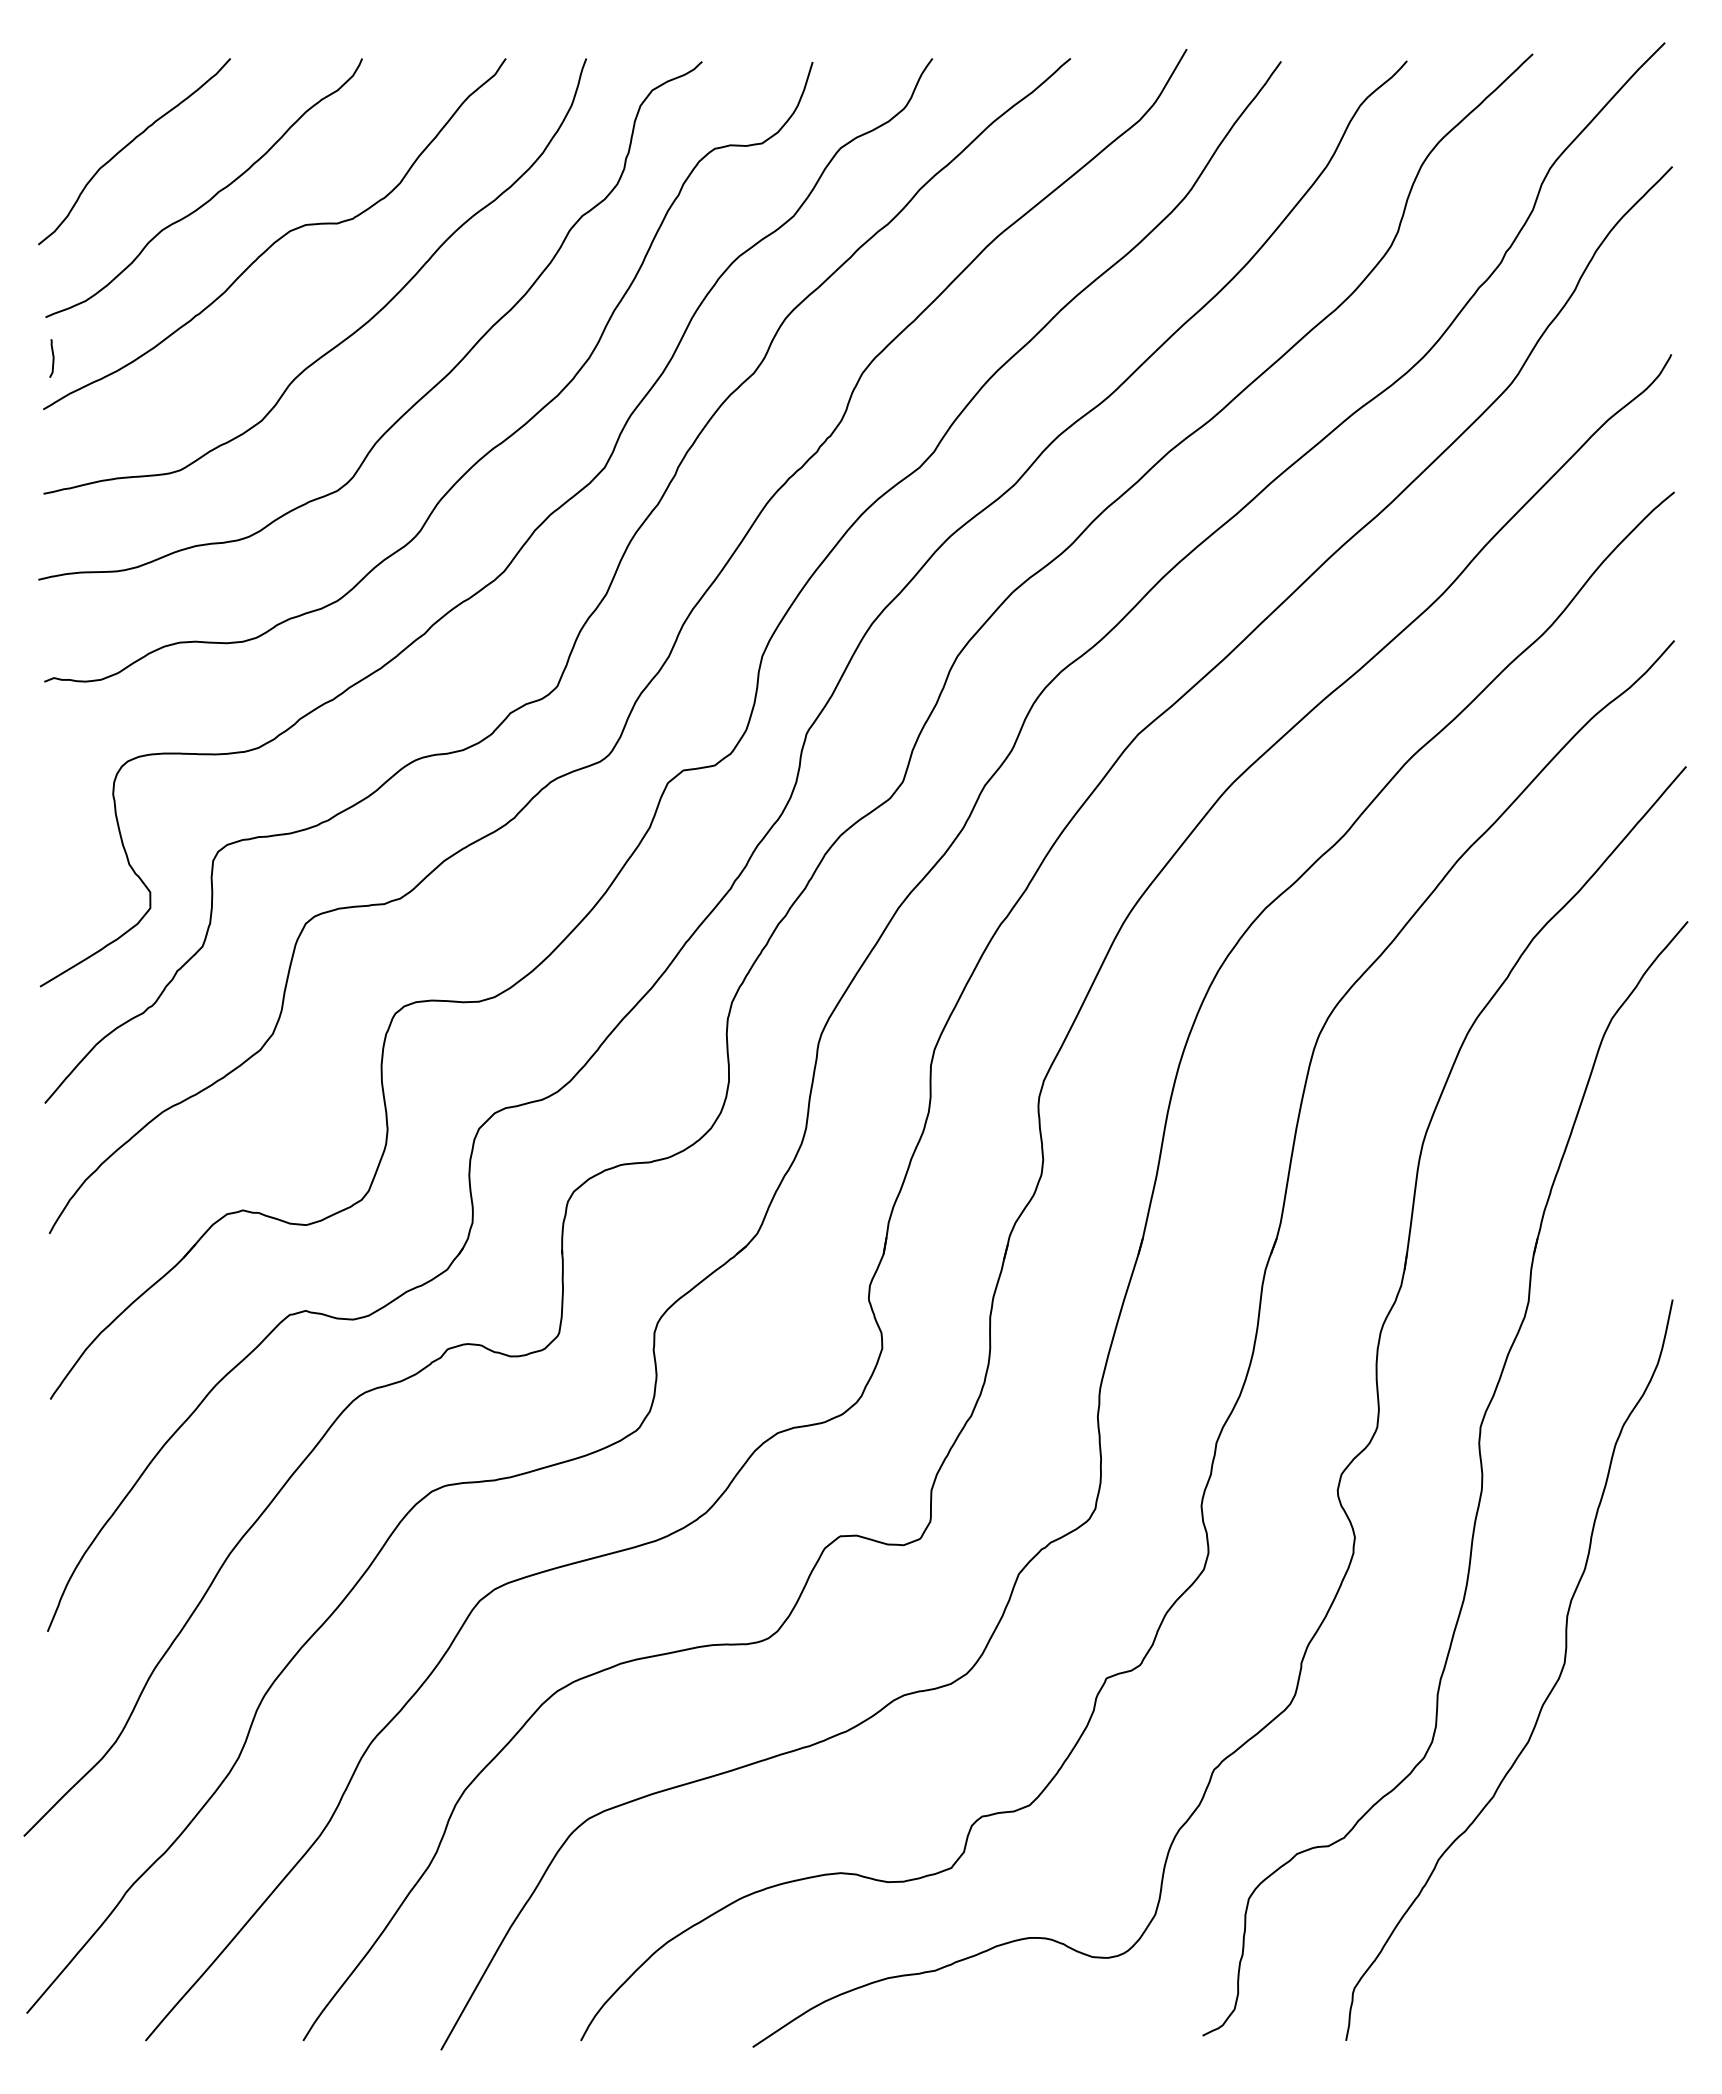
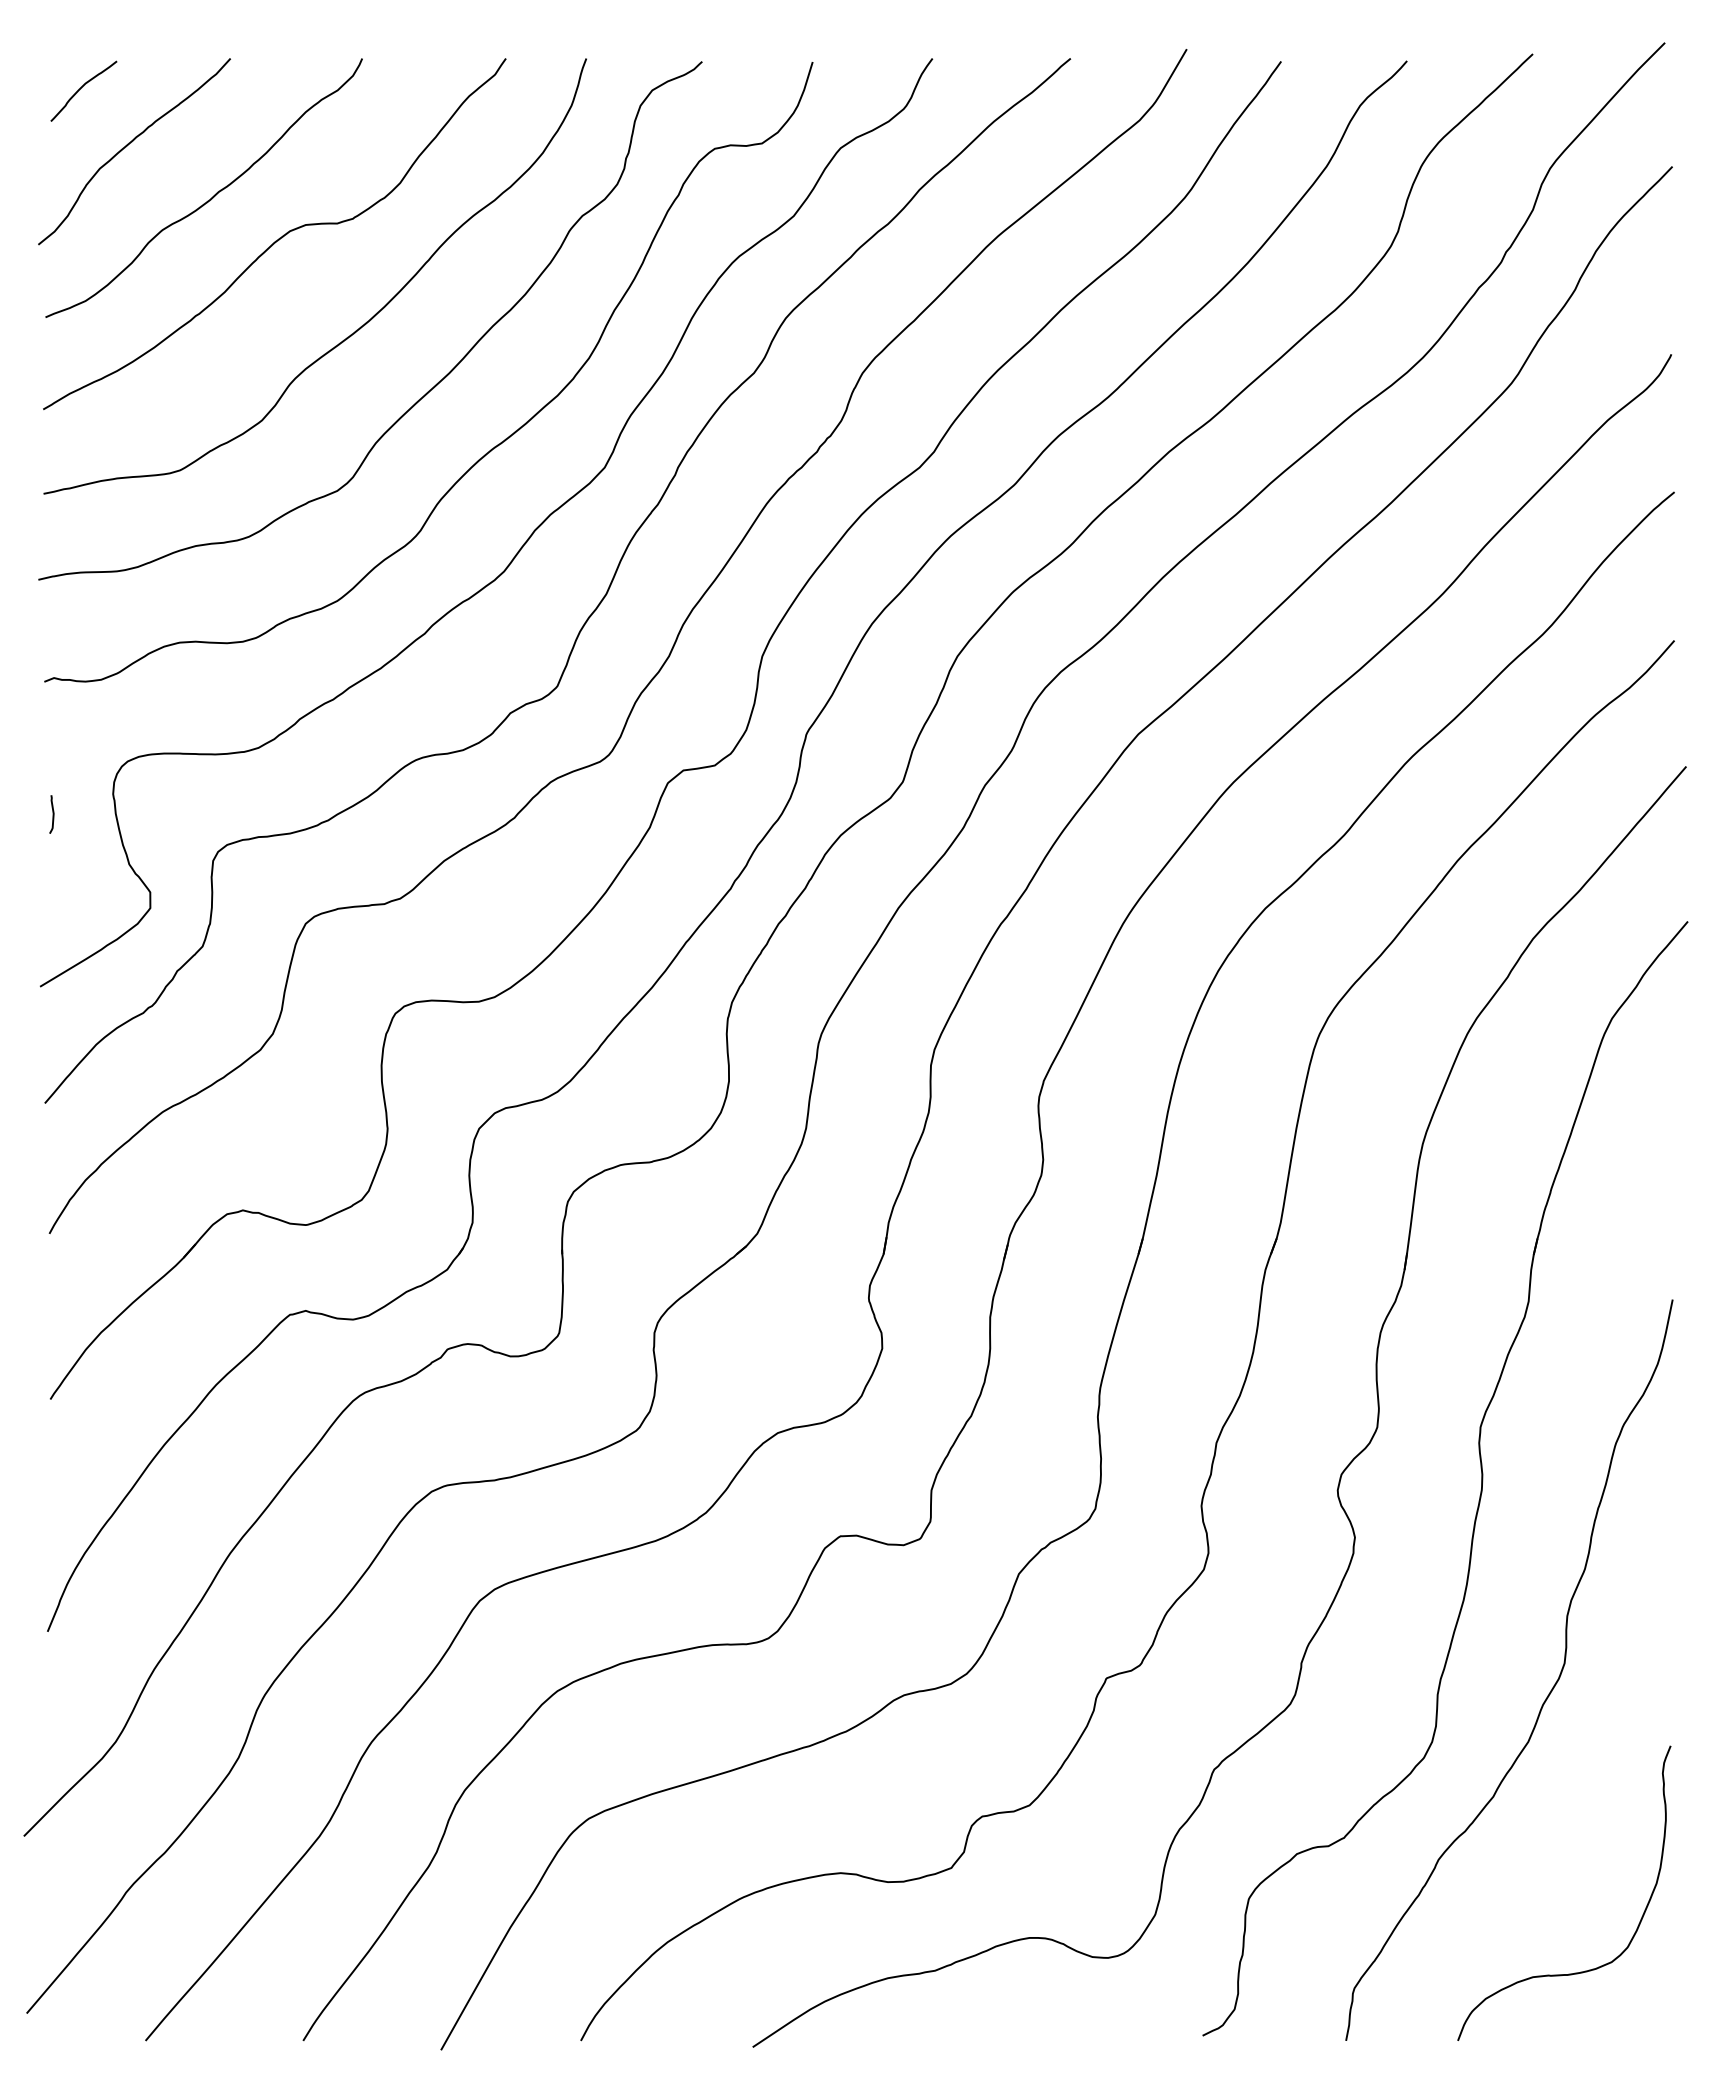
curve at (81, 88): none -> present
curve at (52, 358) position: (52, 358) -> (52, 814)
curve at (1638, 1923): none -> present
